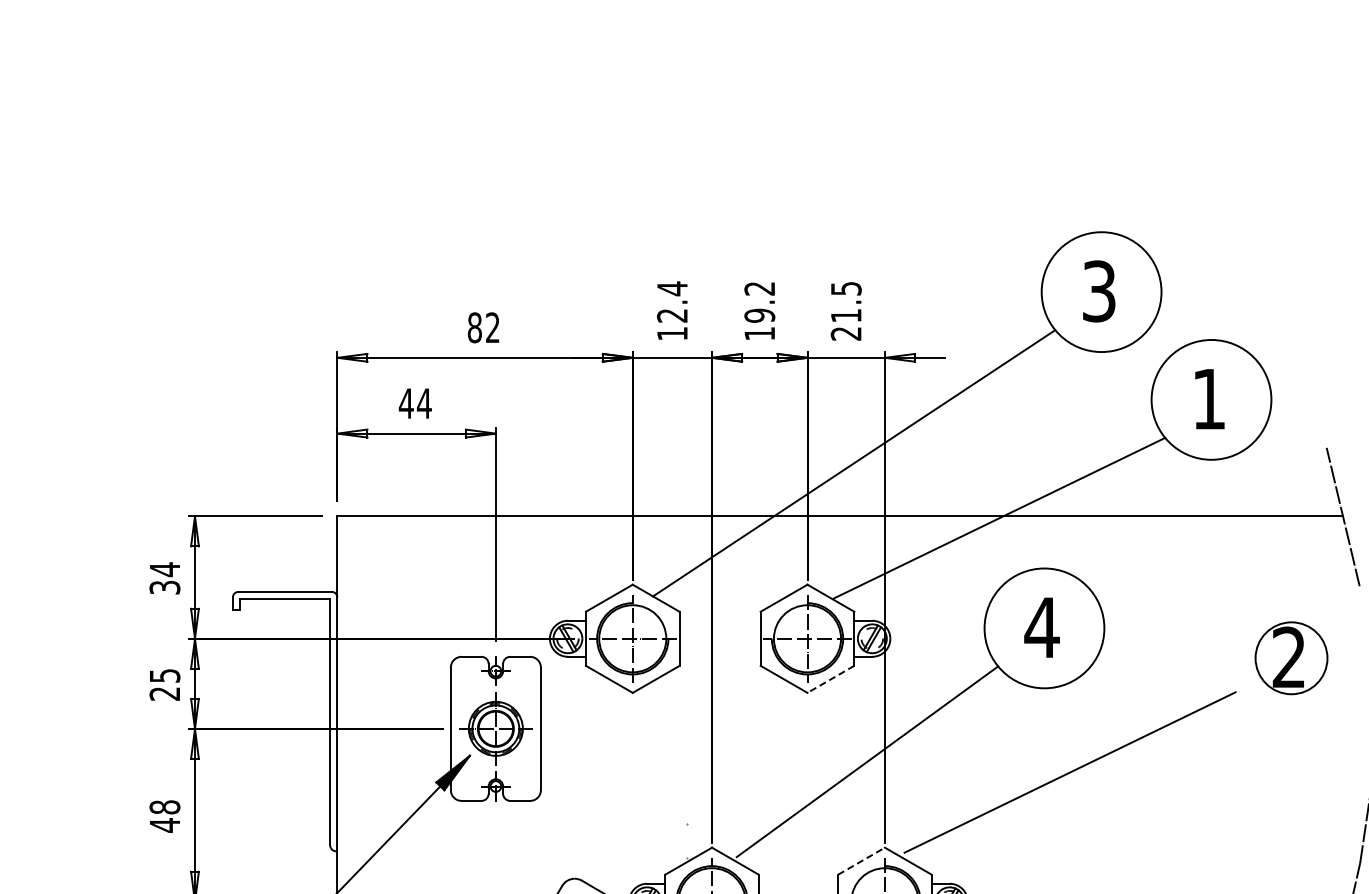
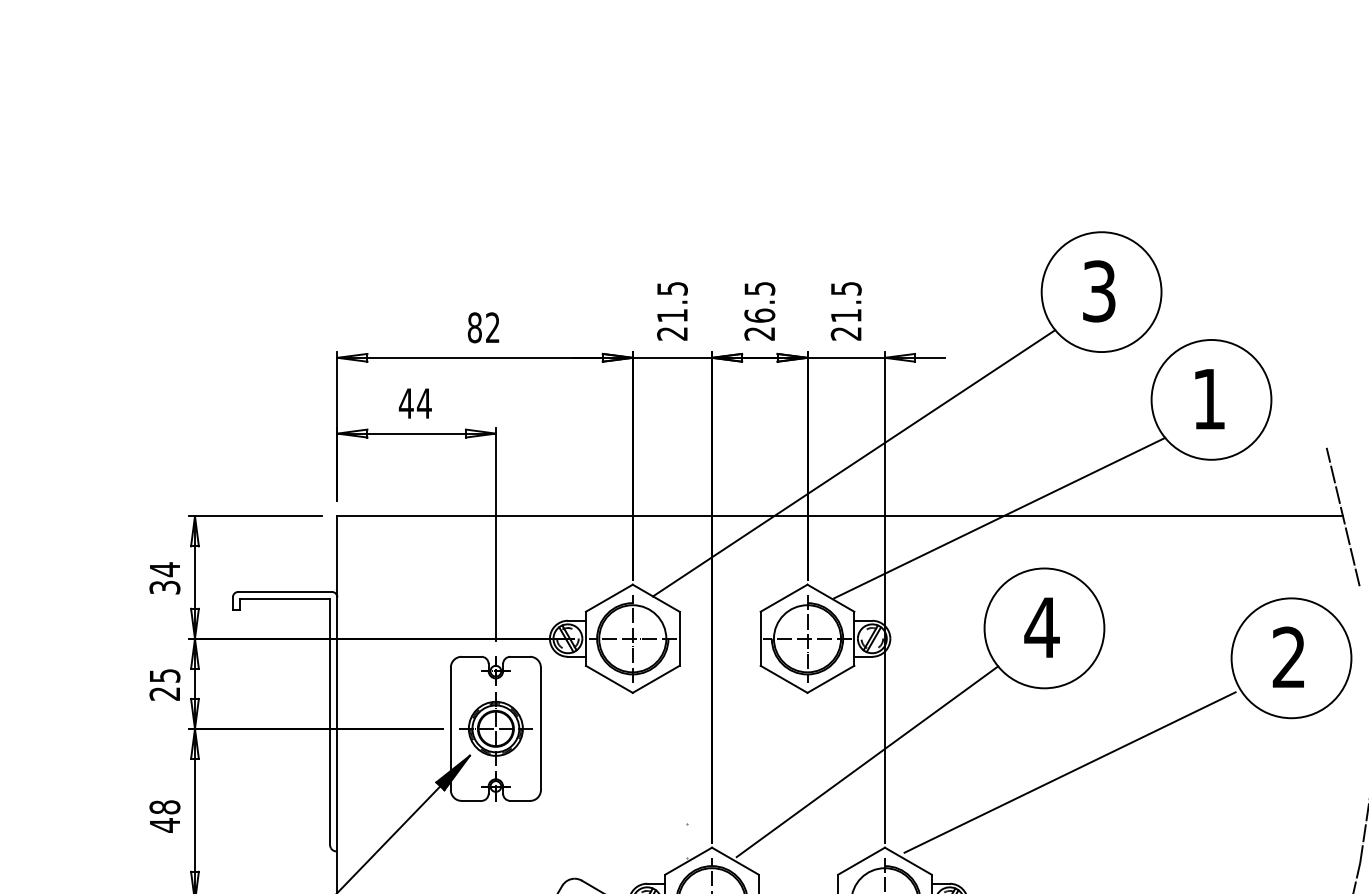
text at (672, 310): 12.4 -> 21.5
text at (759, 311): 19.2 -> 26.5
circle at (1291, 658) diameter: 72 px -> 120 px
line at (830, 679): dashed -> solid
line at (861, 860): dashed -> solid
